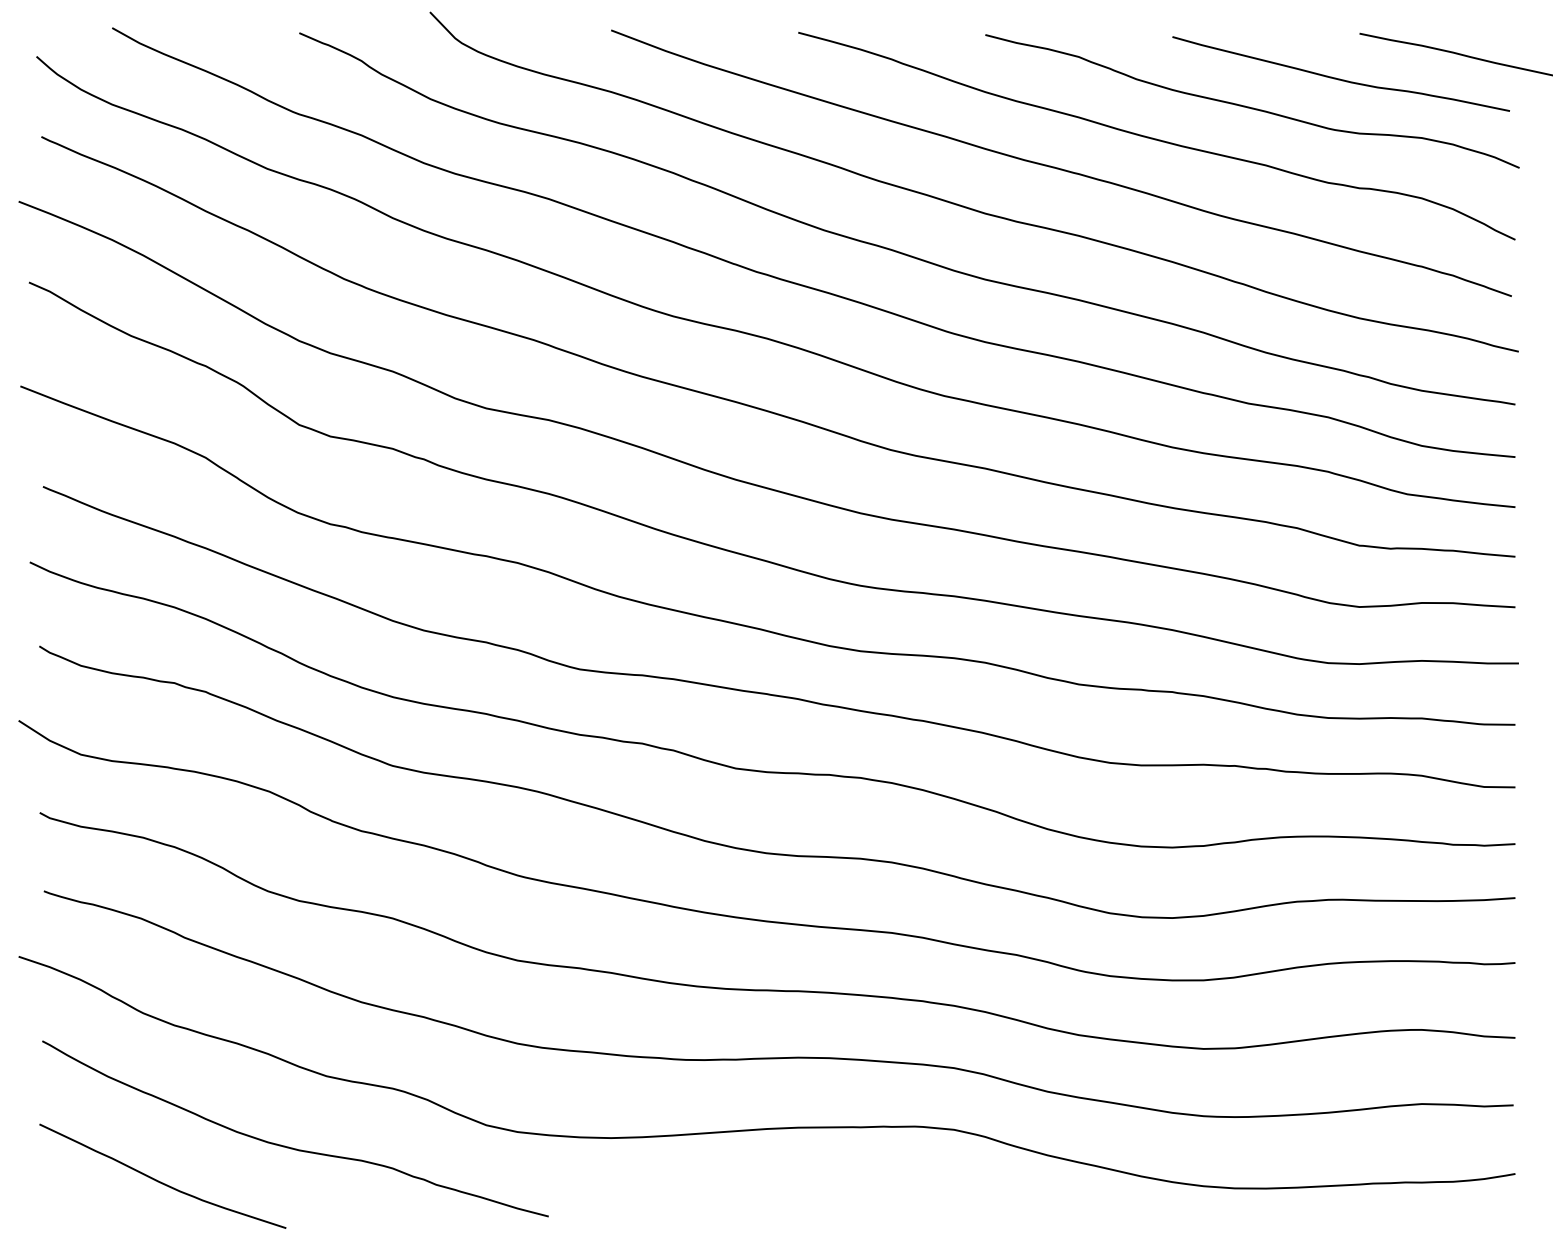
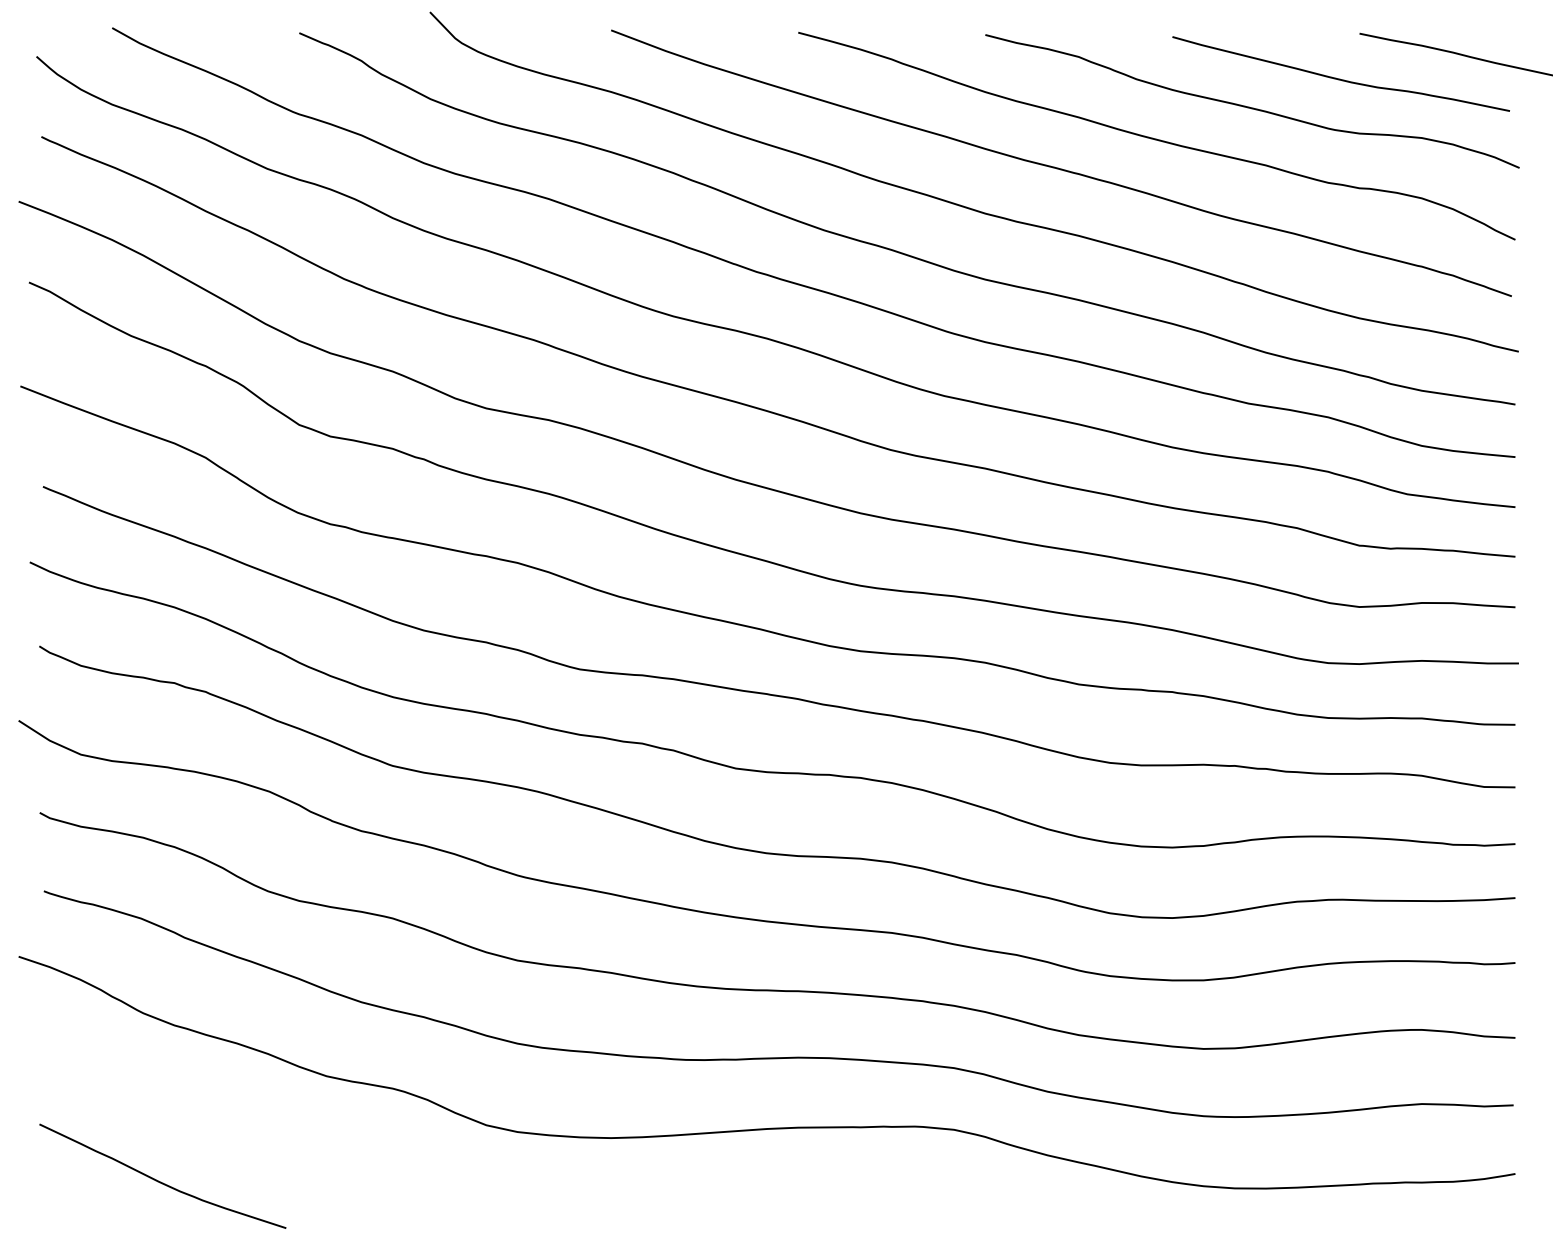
curve at (292, 1147): present -> none
